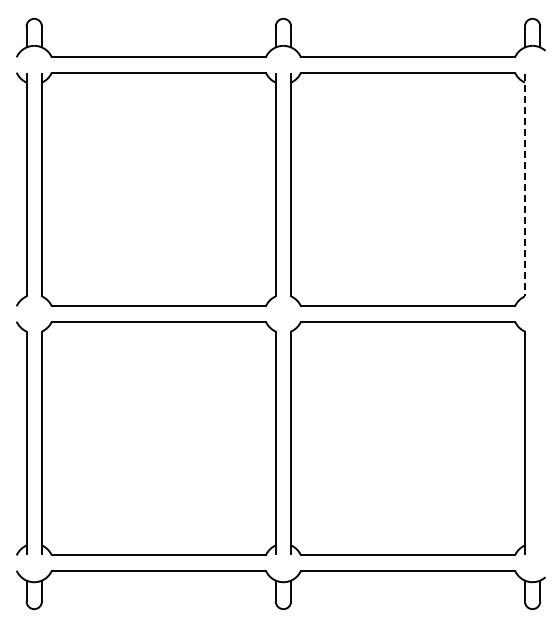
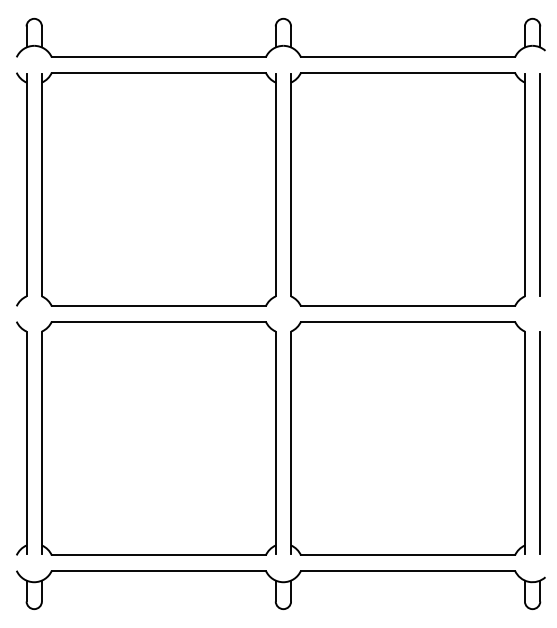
line at (539, 184): none -> present
line at (524, 185): dashed -> solid
line at (540, 442): none -> present
